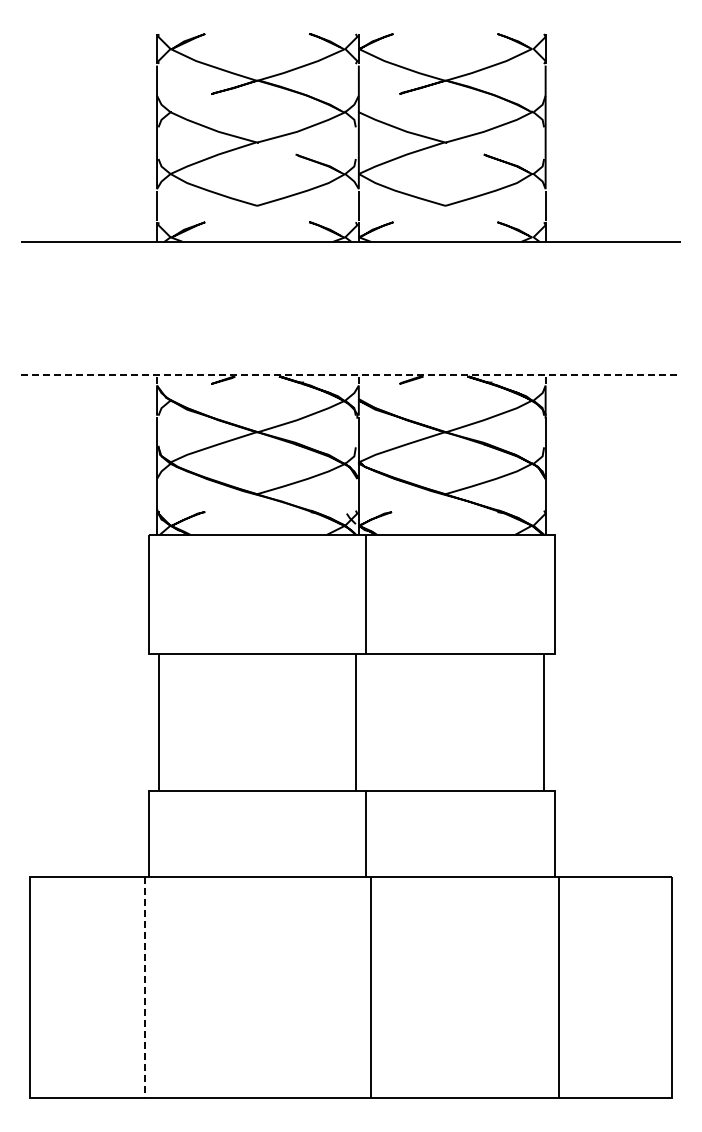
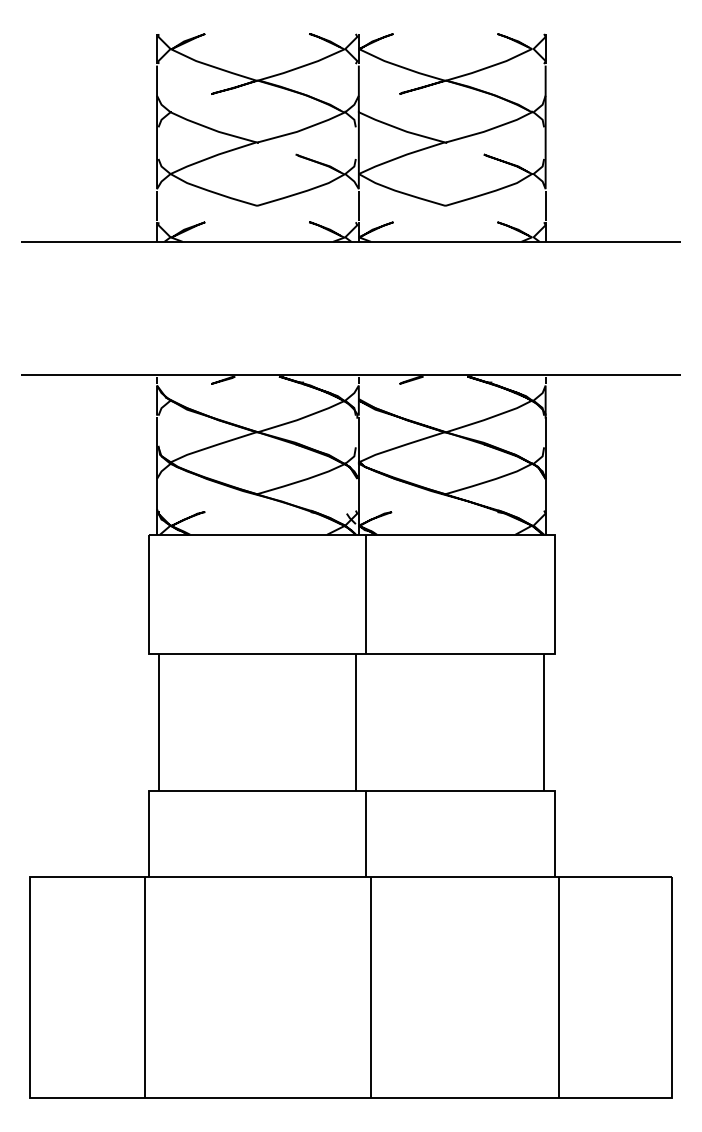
line at (350, 375): dashed -> solid
line at (144, 987): dashed -> solid
